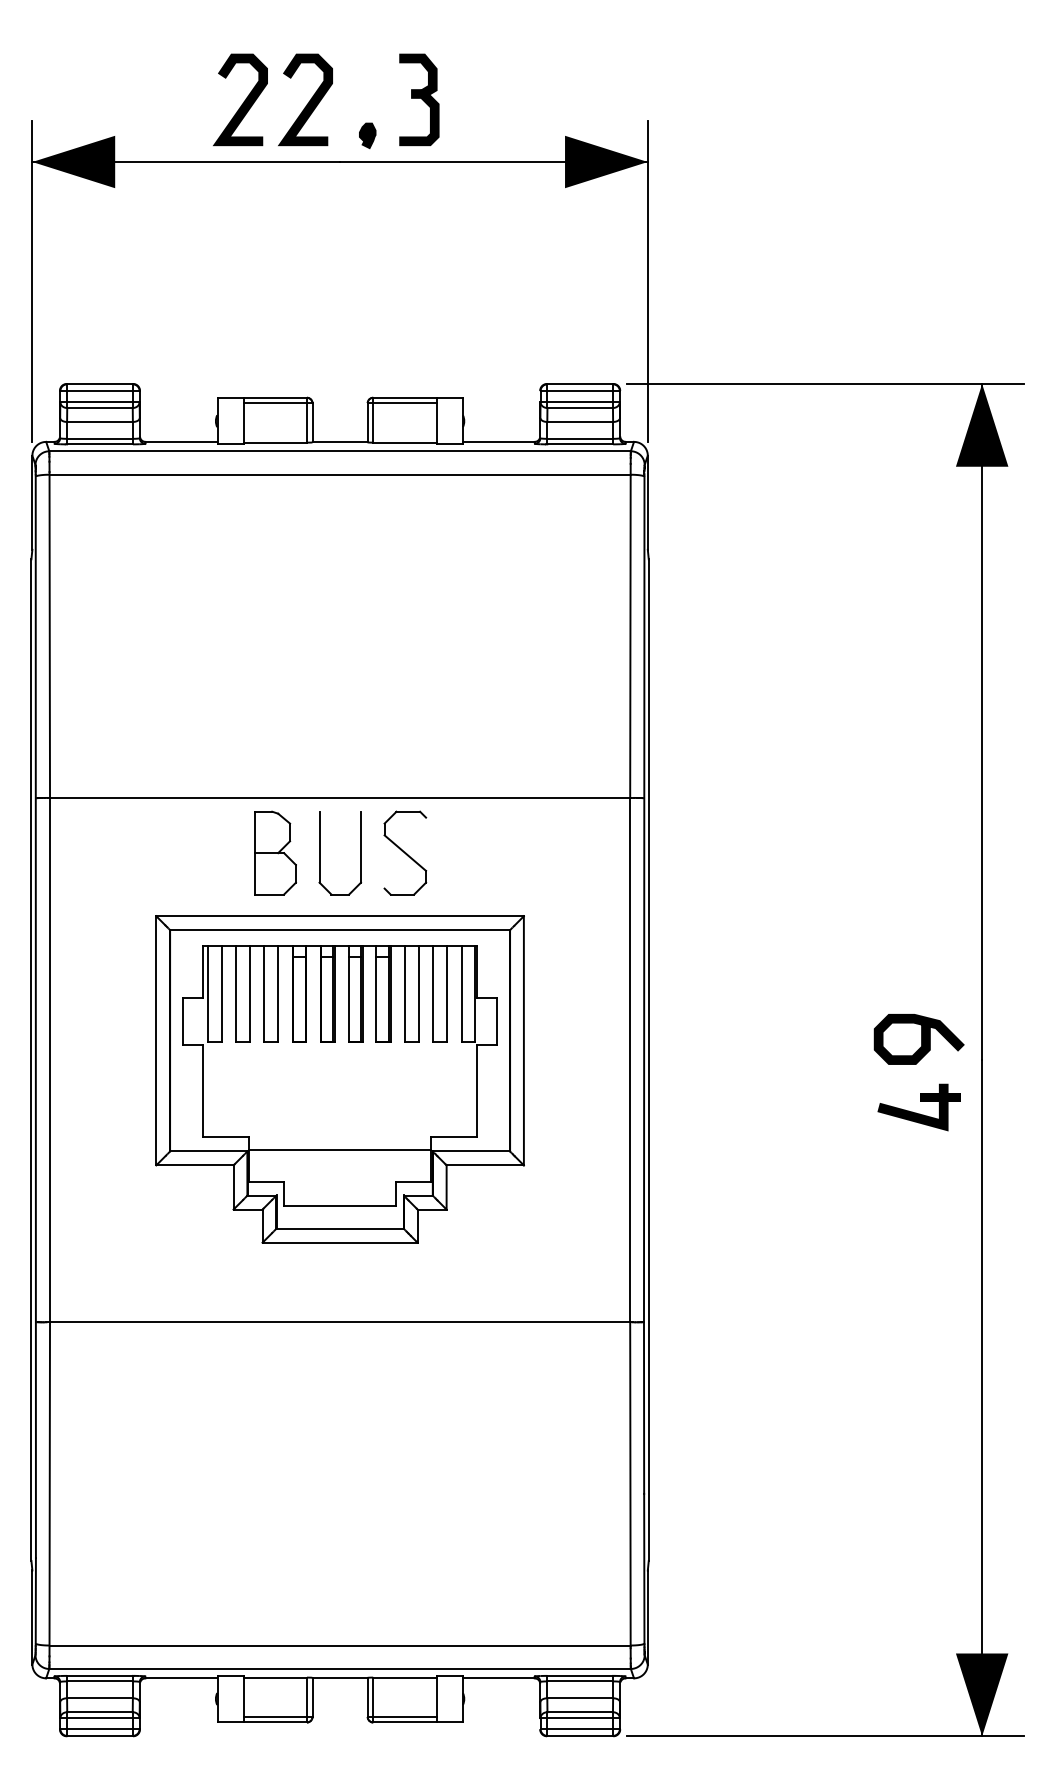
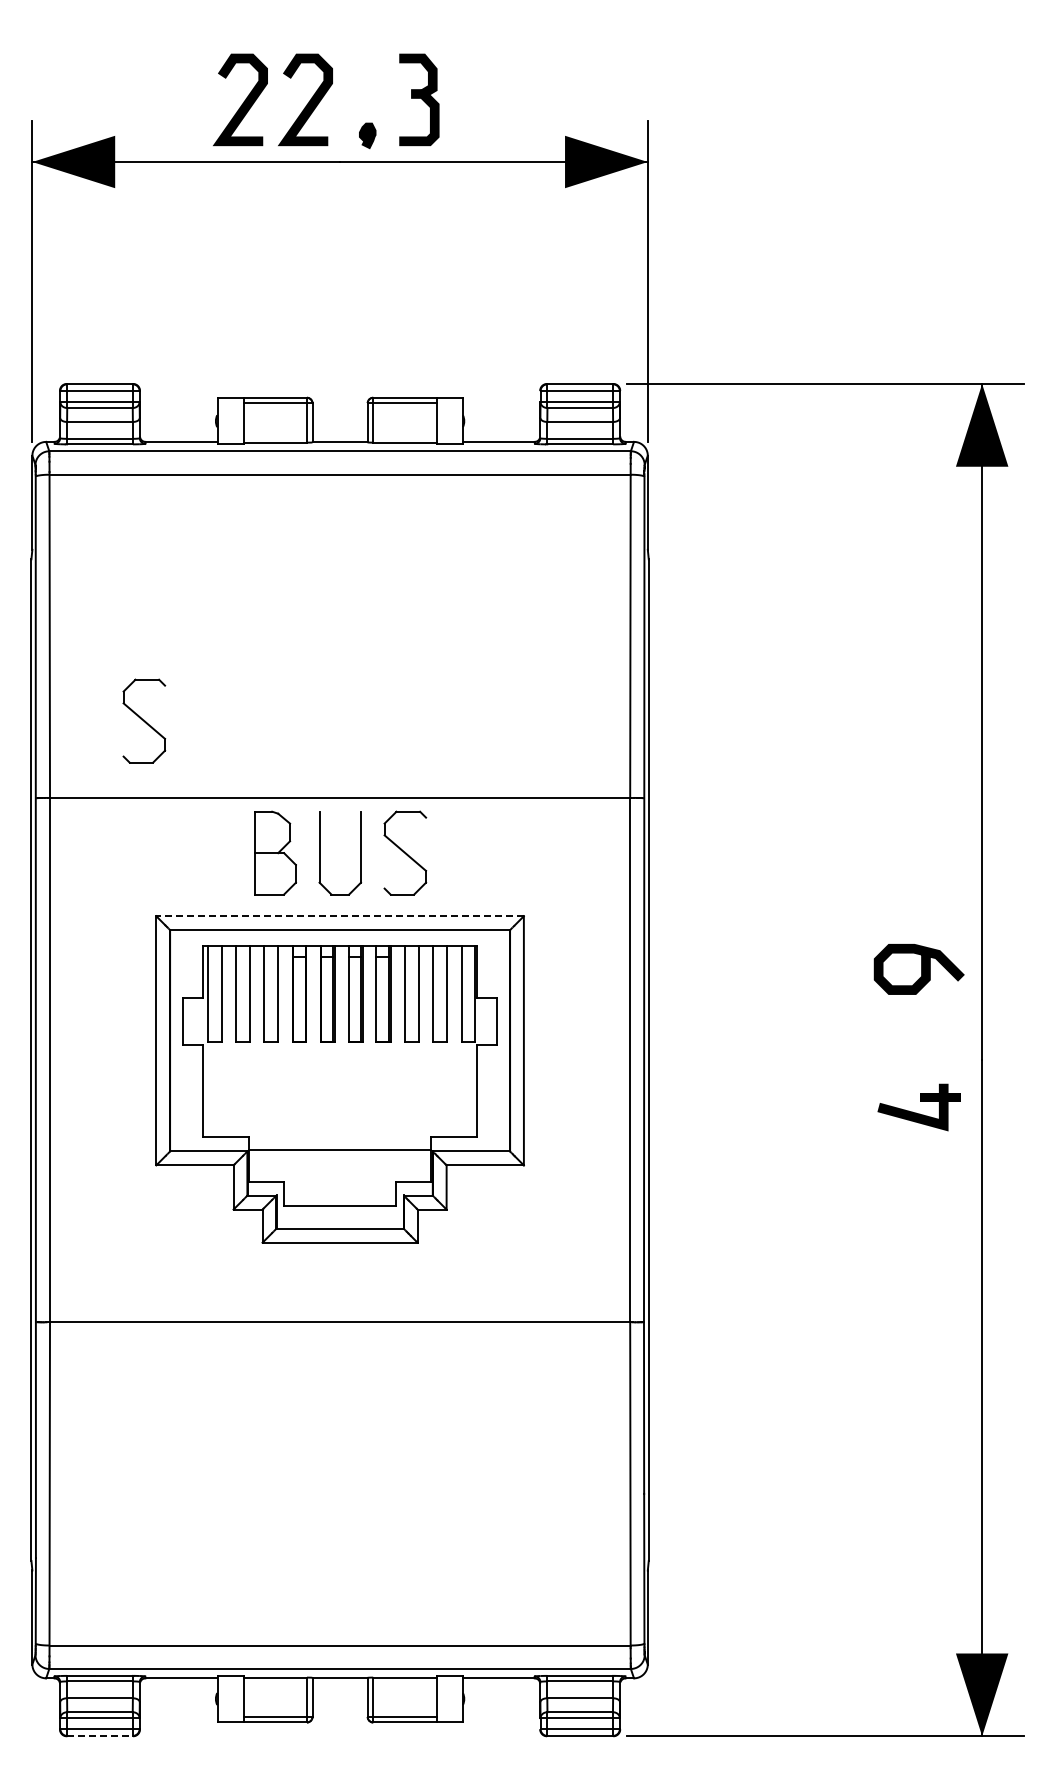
part at (144, 720): none -> present
line at (340, 916): solid -> dashed
curve at (921, 1039) position: (921, 1039) -> (921, 969)
line at (99, 1735): solid -> dashed
